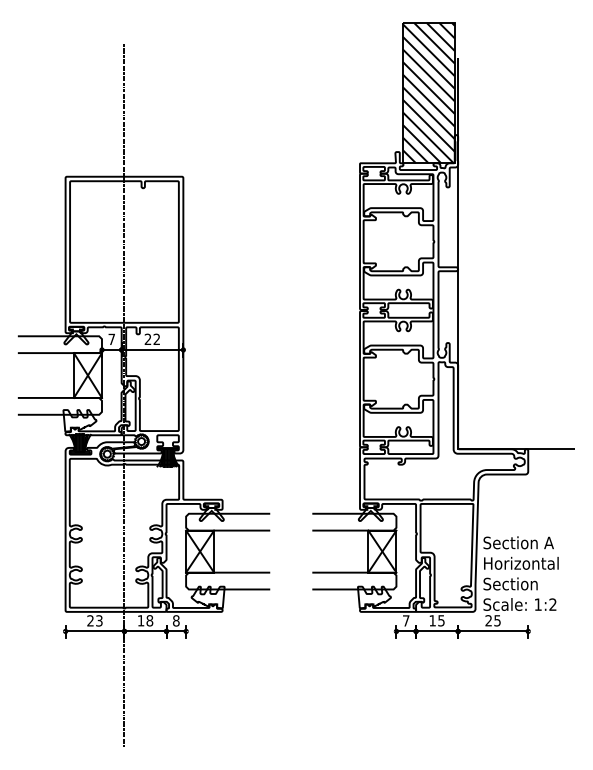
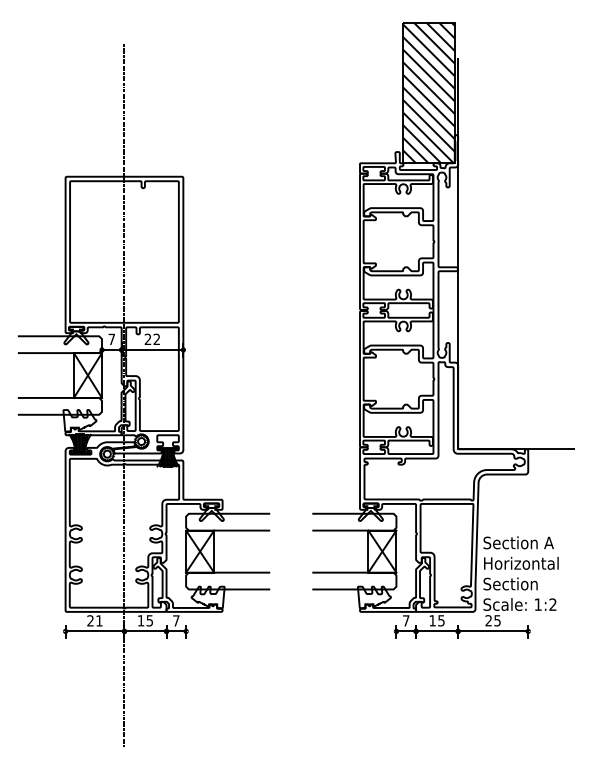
text at (99, 620): 23 -> 21
text at (149, 620): 18 -> 15
text at (176, 620): 8 -> 7
